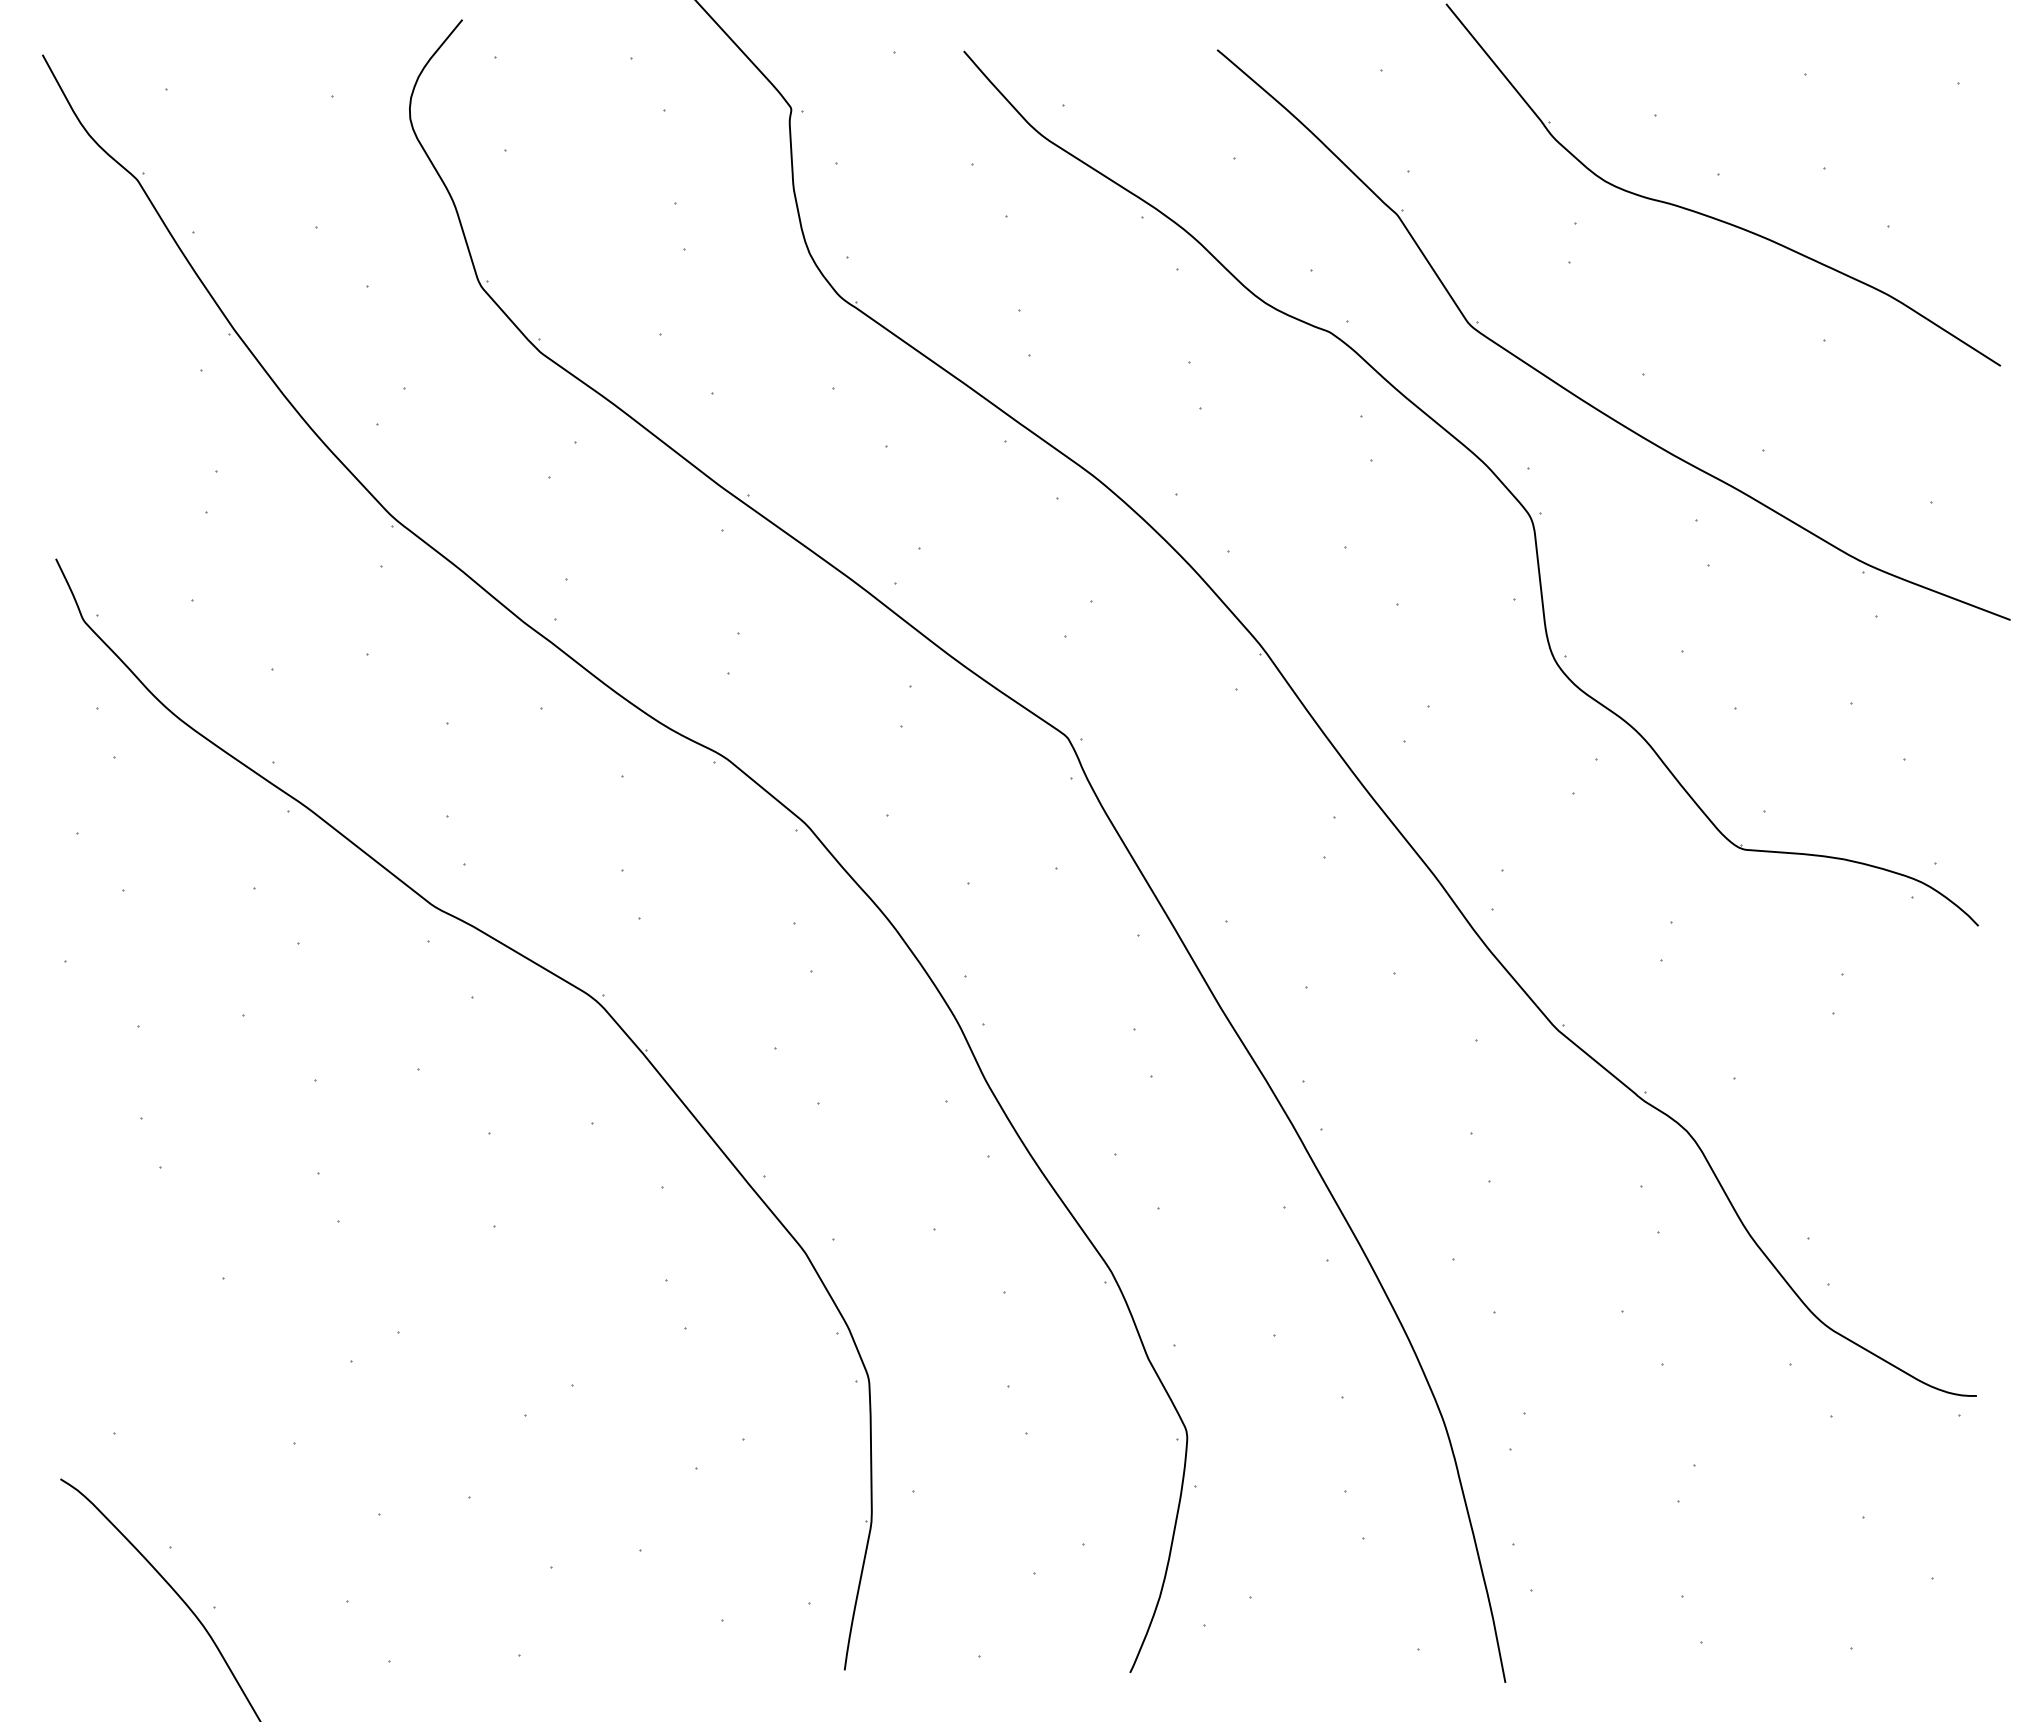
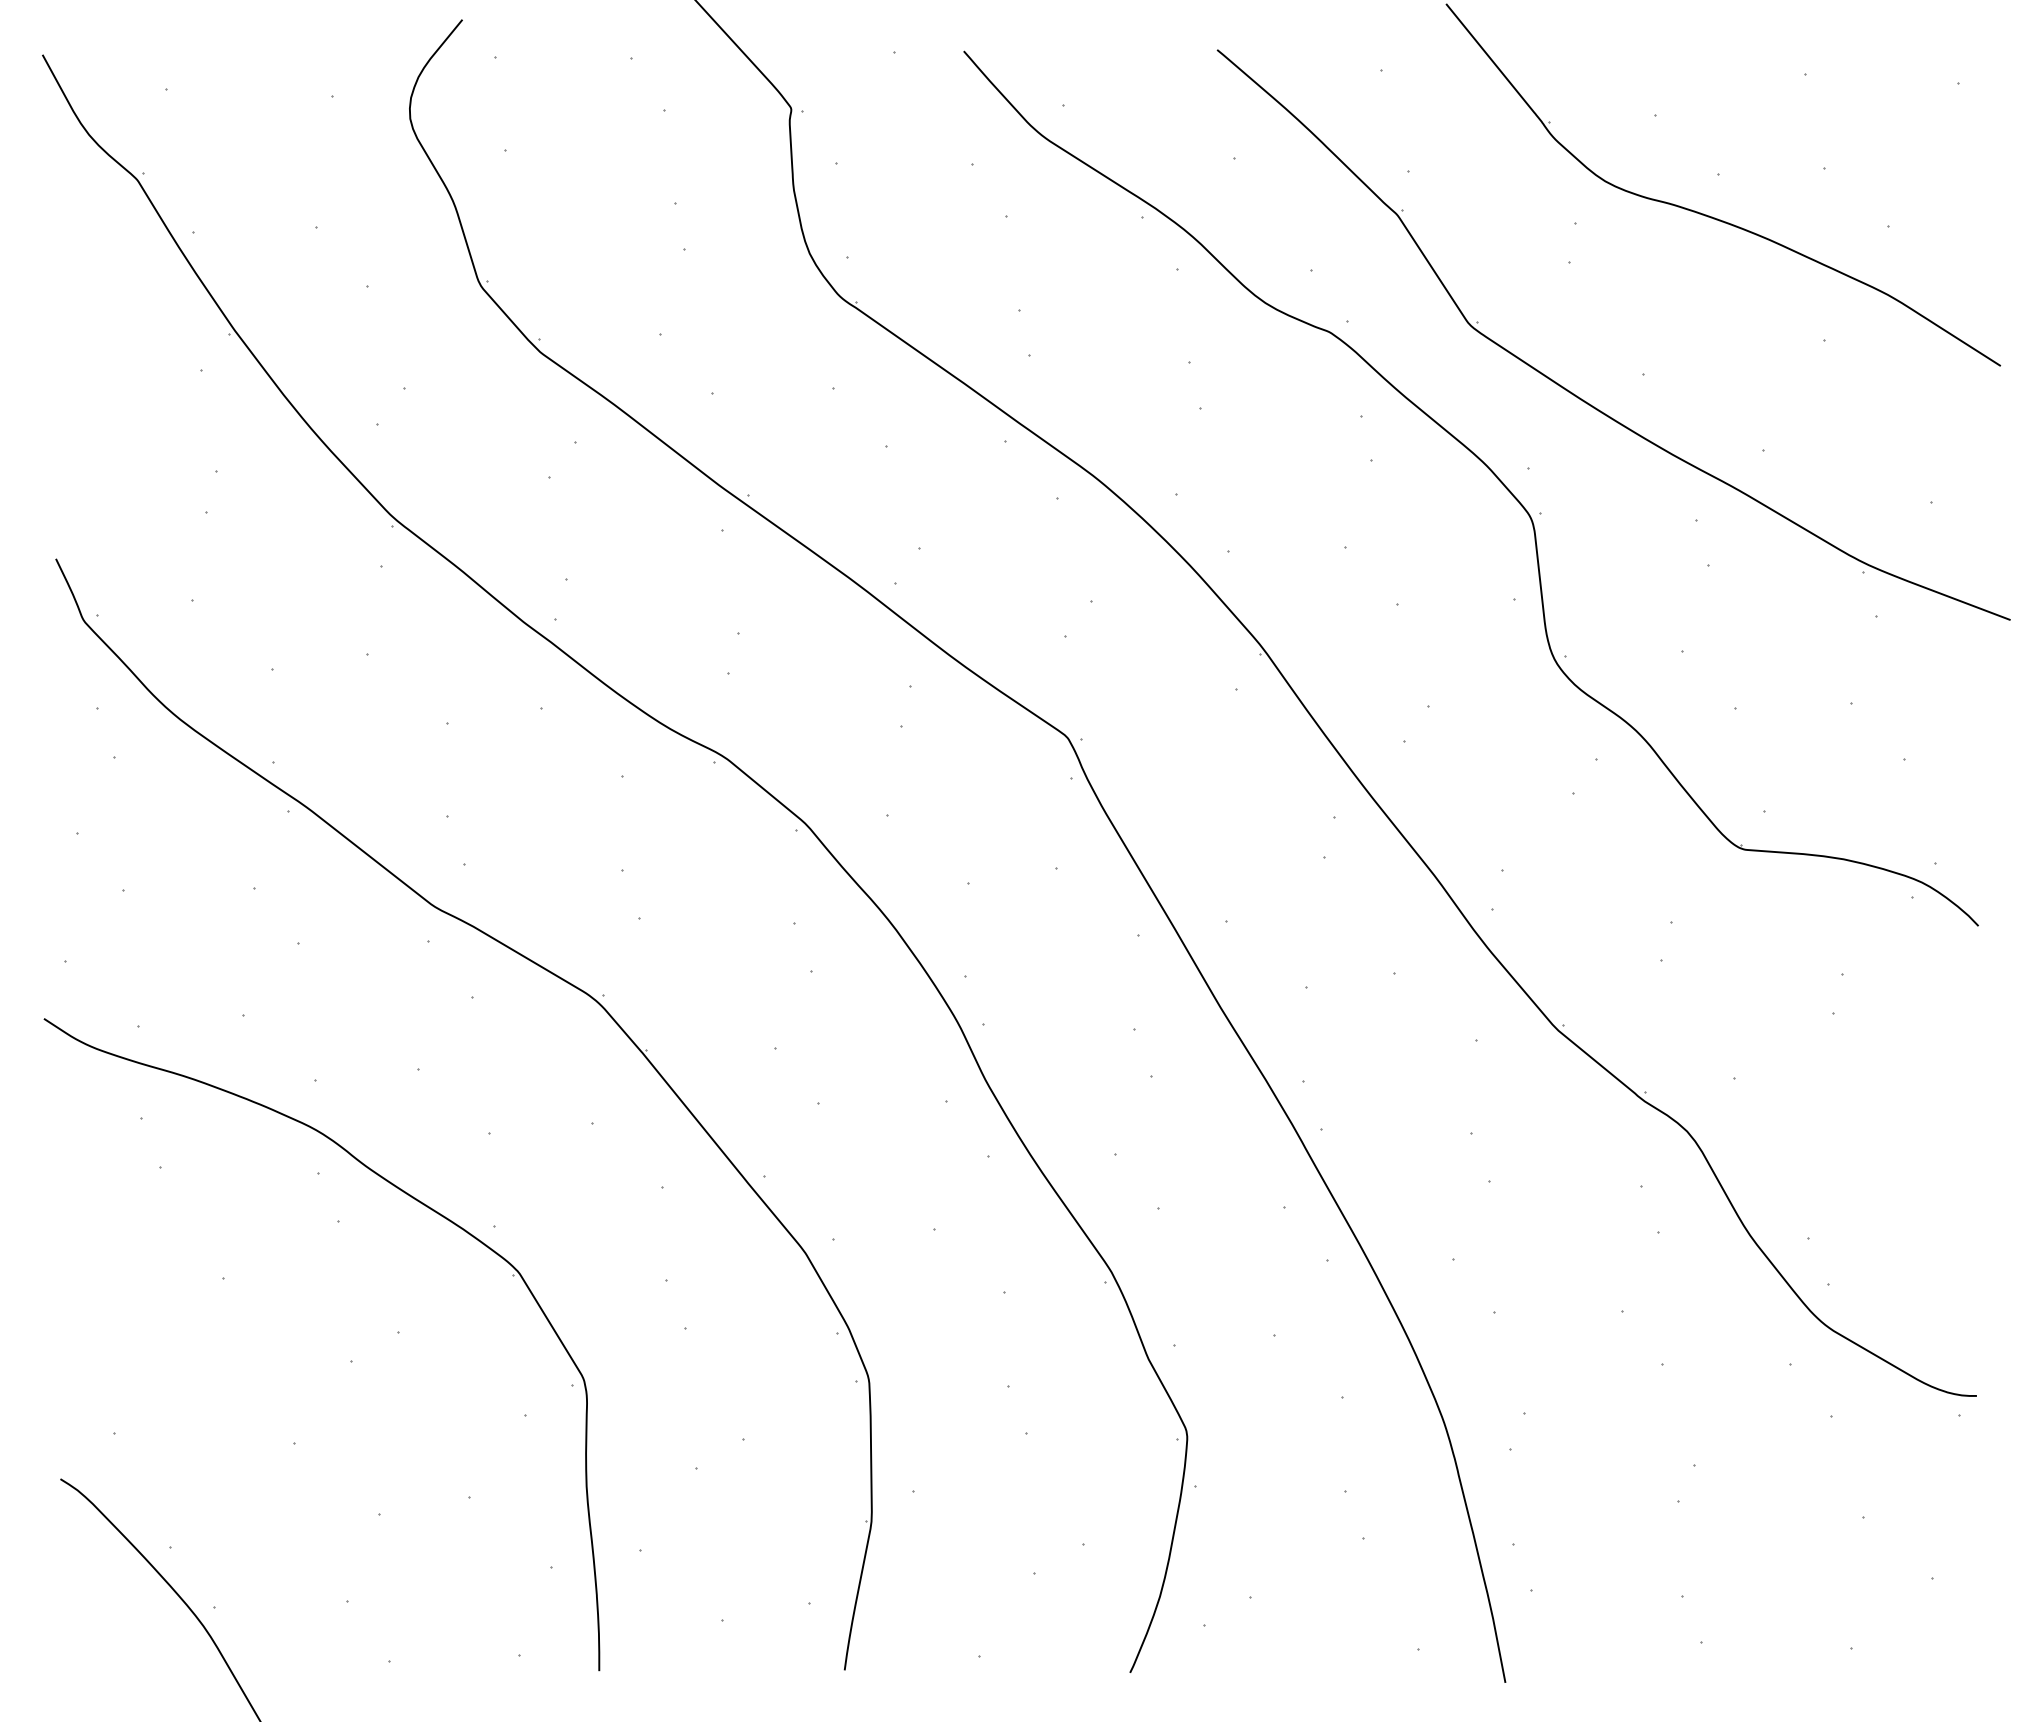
part at (415, 1200): none -> present
